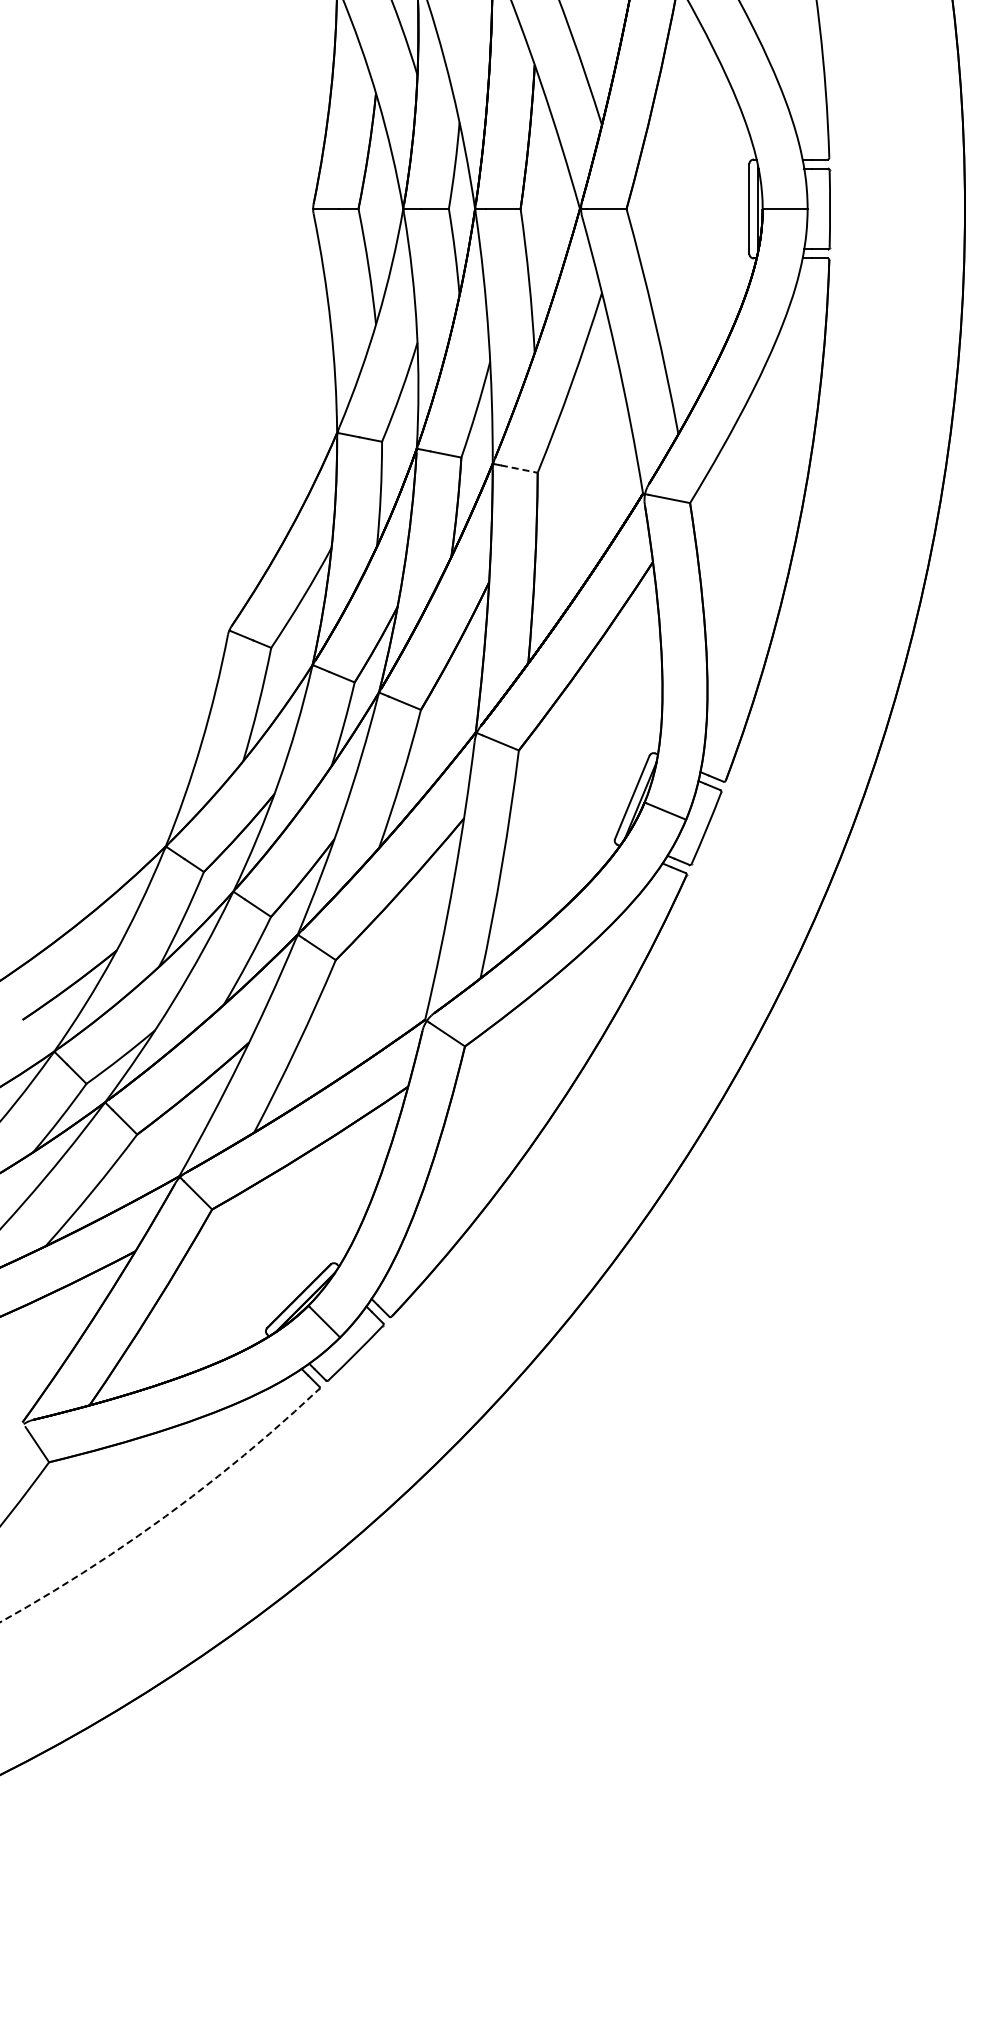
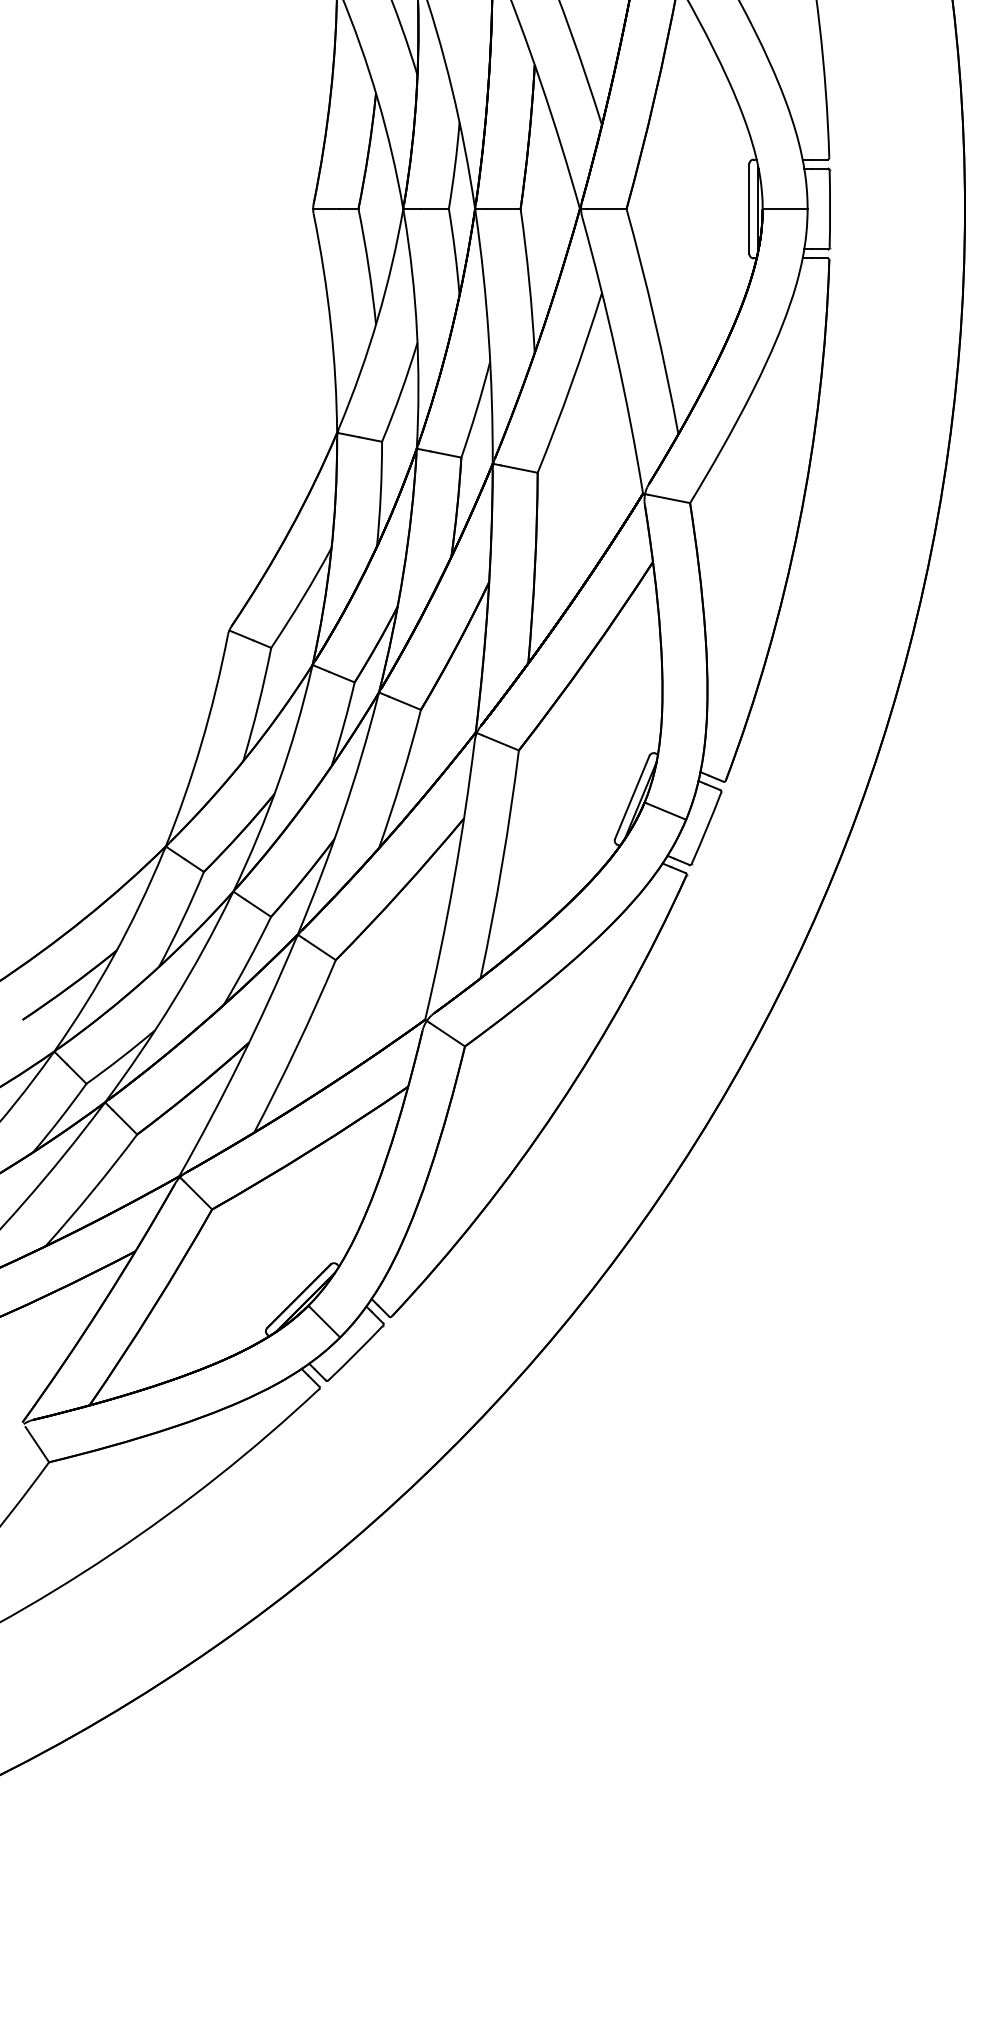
line at (519, 469): dashed -> solid
arc at (166, 1515): dashed -> solid
